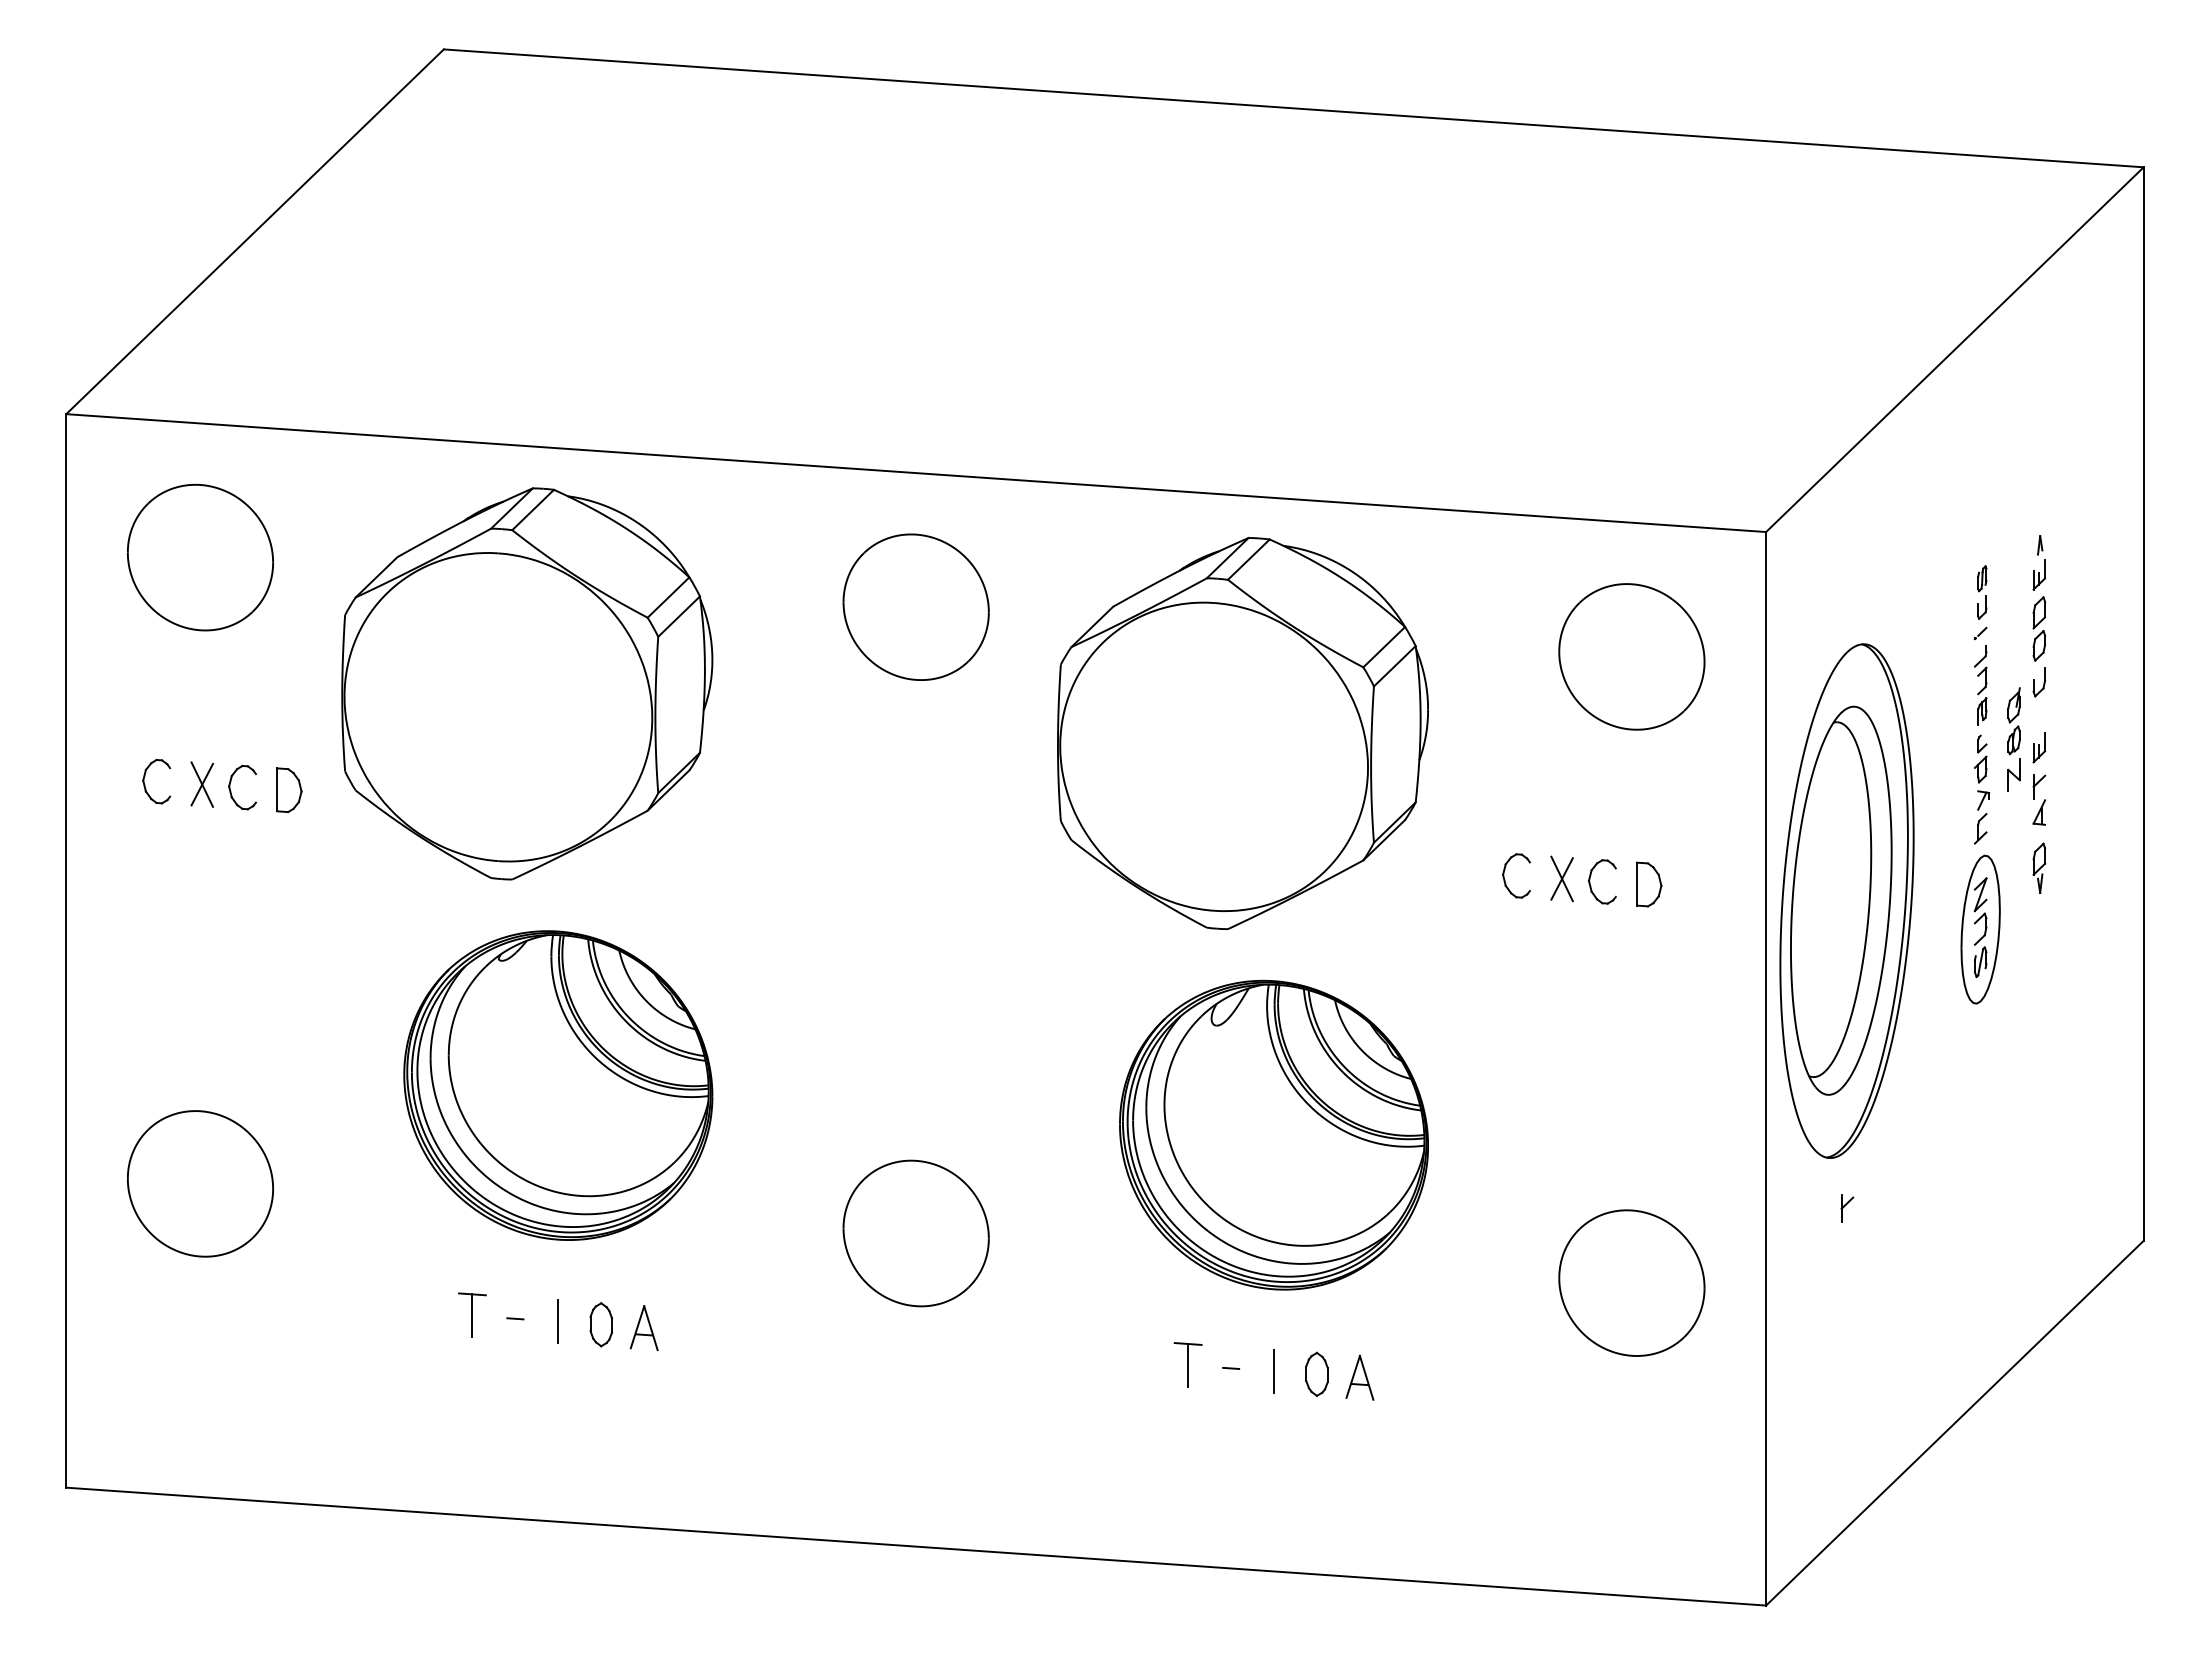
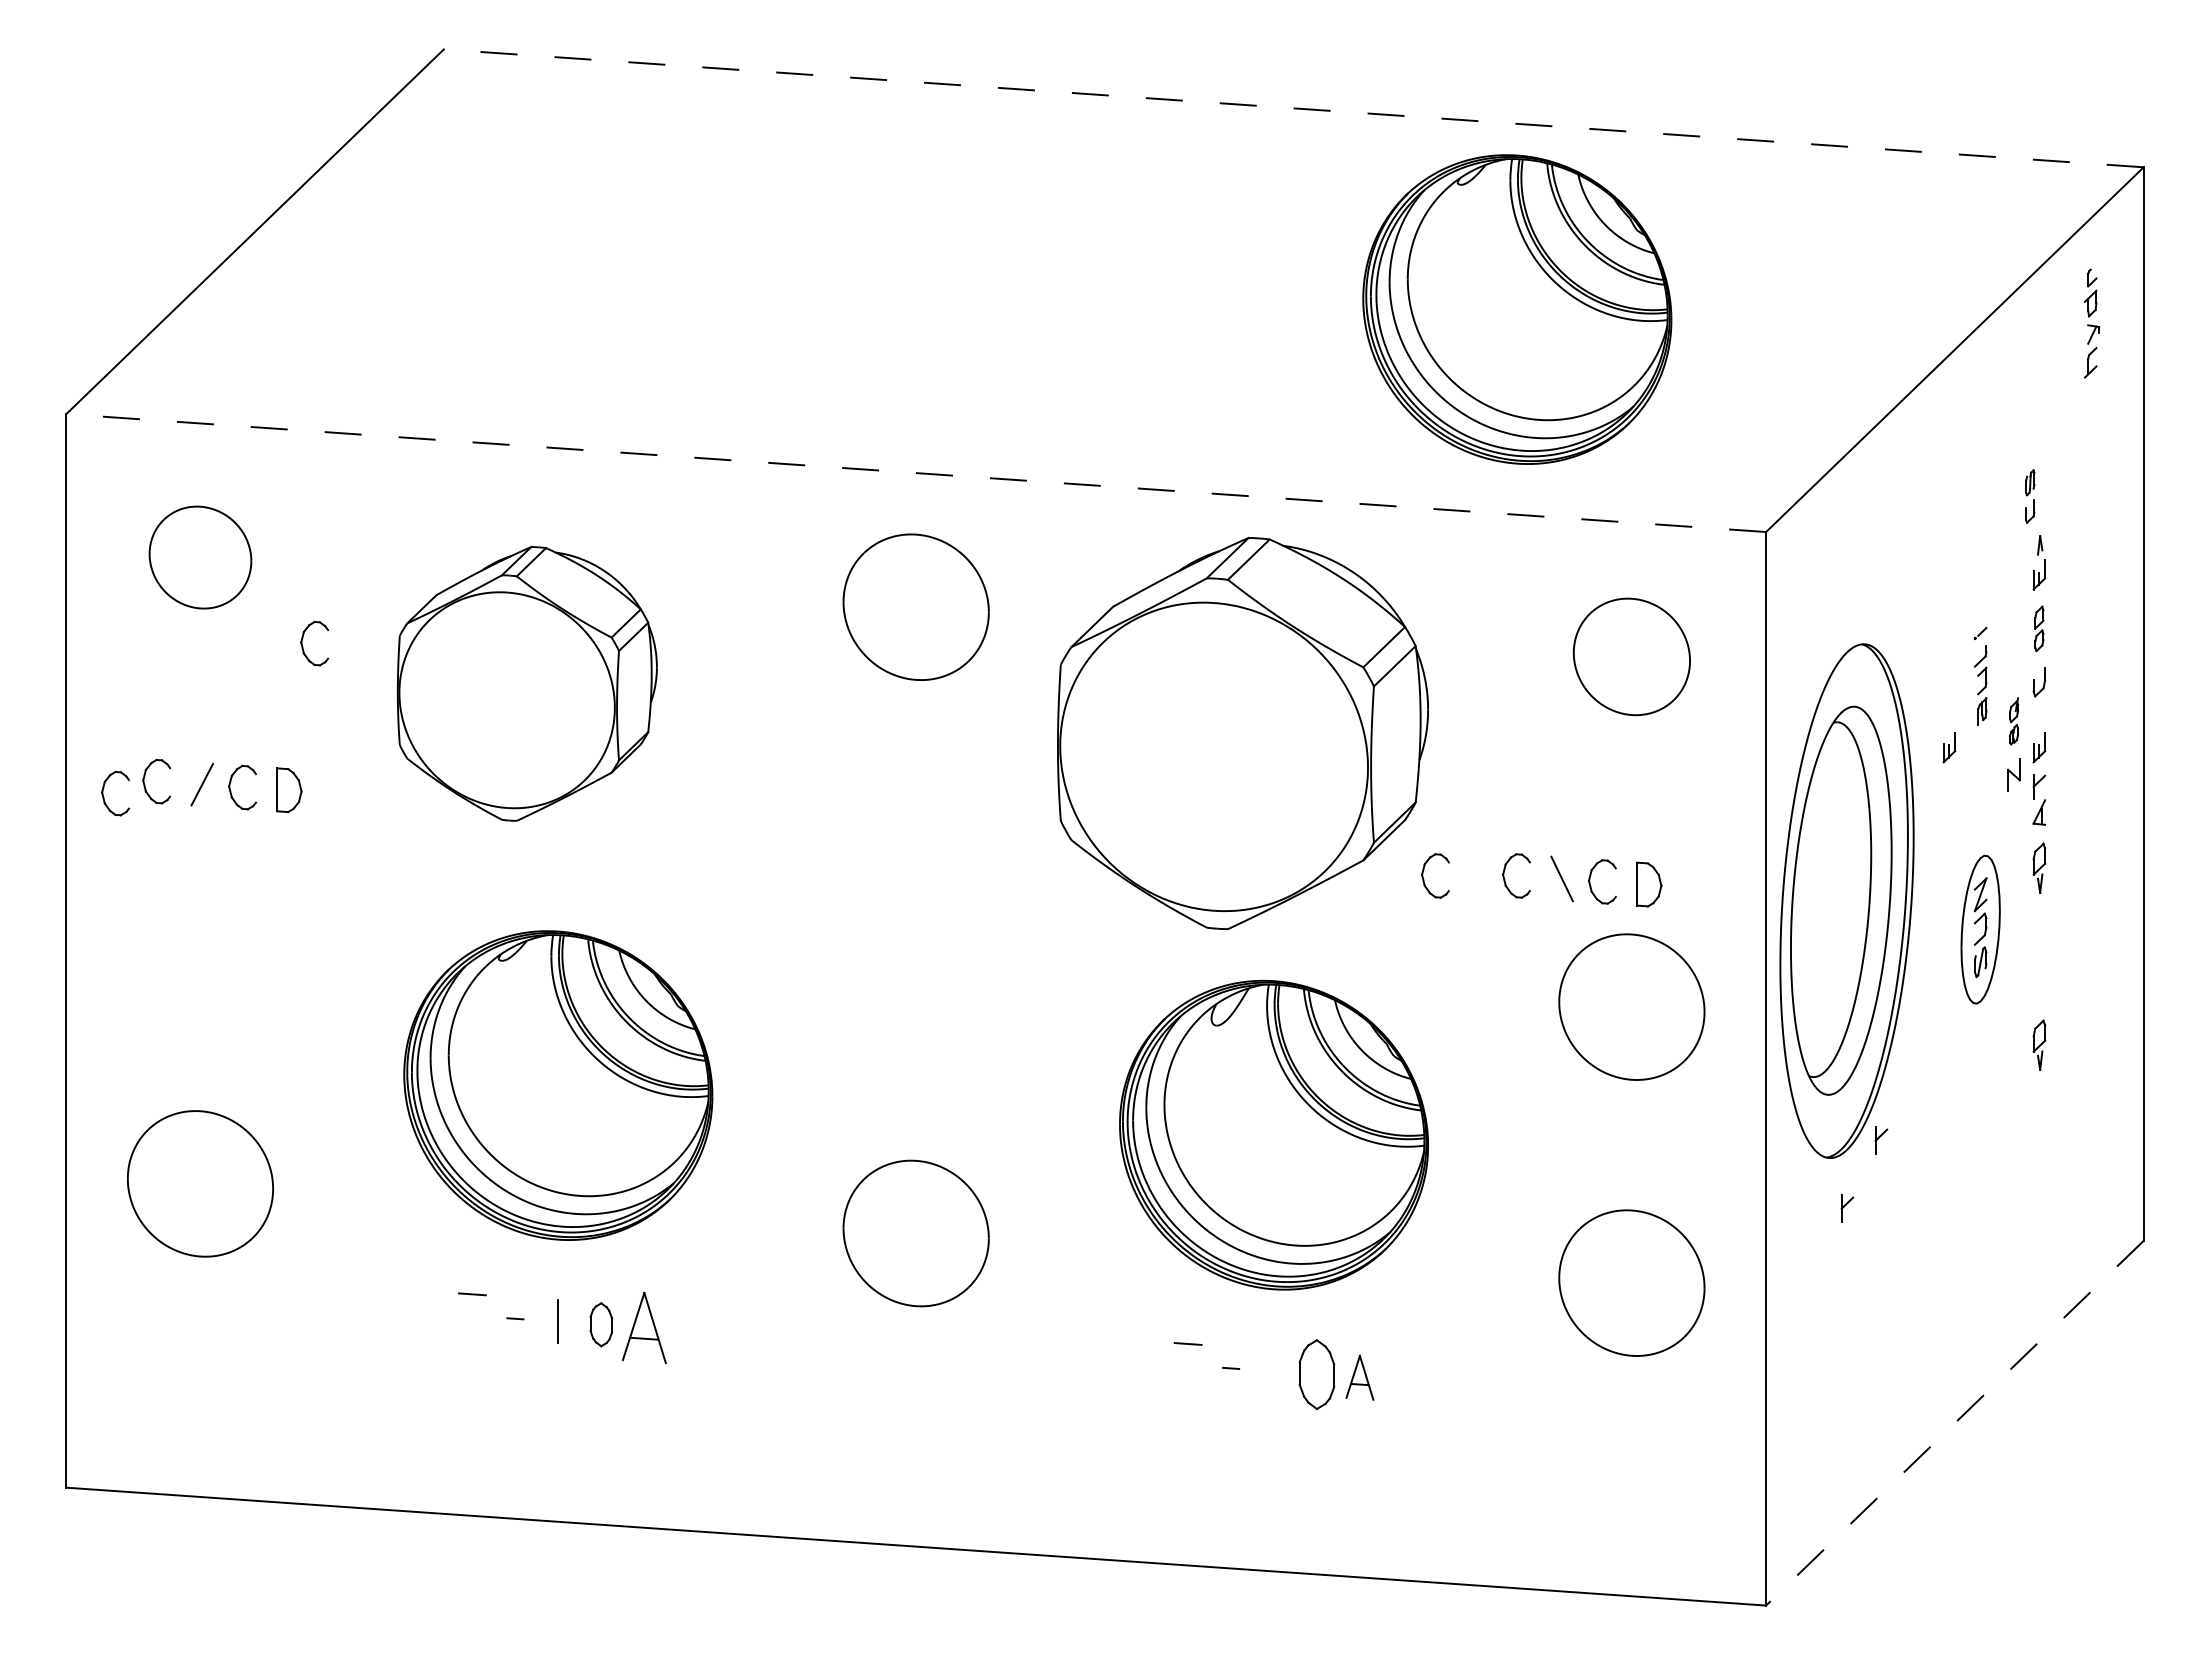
line at (1293, 108): solid -> dashed
part at (1517, 309): none -> present
line at (916, 473): solid -> dashed
part at (200, 557) size: 147x149 px -> 105x105 px
part at (1982, 592) position: (1982, 592) -> (2030, 496)
part at (2039, 628) size: 15x66 px -> 11x48 px
part at (303, 646): none -> present
part at (1631, 656) size: 148x148 px -> 119x120 px
part at (527, 683) size: 373x394 px -> 262x276 px
part at (2013, 721) size: 14x69 px -> 11x49 px
part at (1949, 747): none -> present
line at (202, 784): present -> none
part at (1981, 789) position: (1981, 789) -> (2091, 323)
part at (104, 797): none -> present
line at (1561, 878): present -> none
part at (1424, 879): none -> present
part at (1631, 1006): none -> present
part at (2039, 1044): none -> present
part at (1881, 1140): none -> present
line at (472, 1315): present -> none
part at (643, 1328) size: 30x47 px -> 46x74 px
line at (1188, 1364): present -> none
line at (1274, 1370): present -> none
part at (1316, 1373) size: 24x46 px -> 38x72 px
line at (1954, 1423): solid -> dashed
